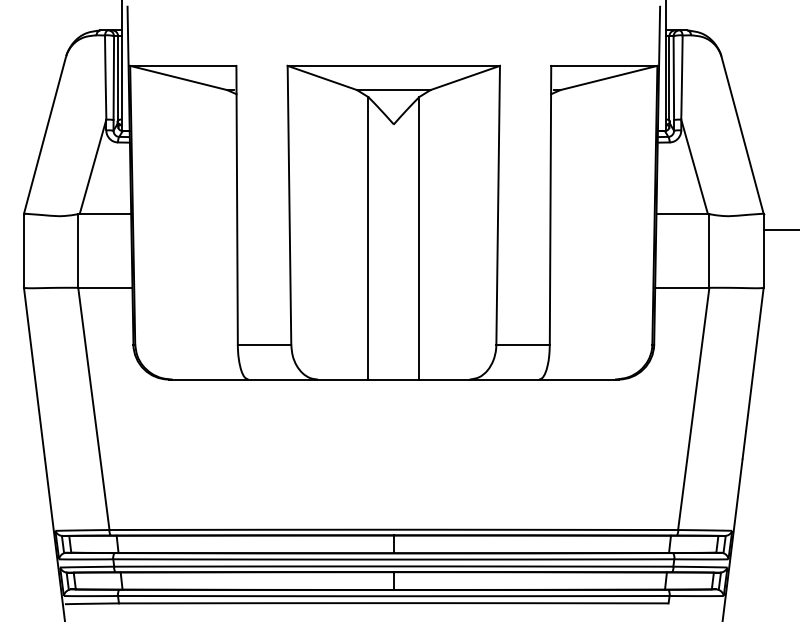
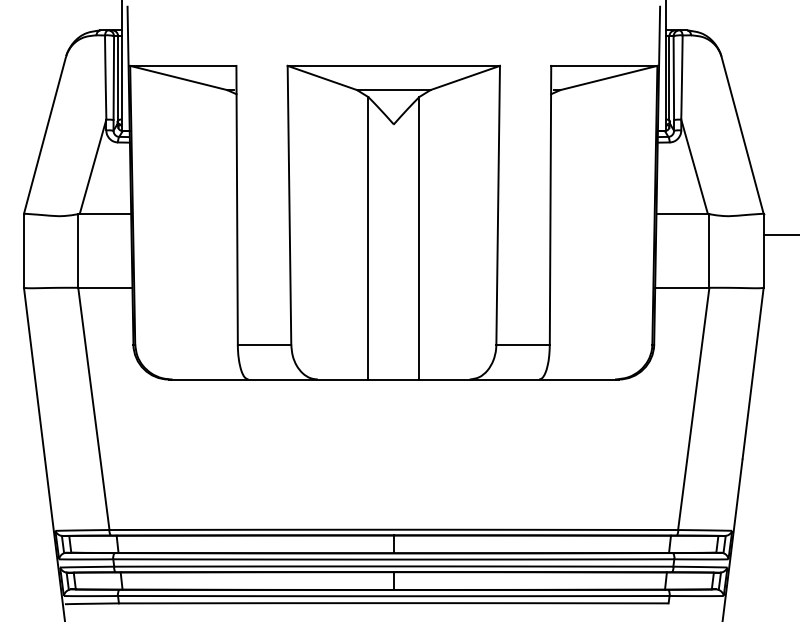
line at (779, 229) position: (779, 229) -> (779, 234)
